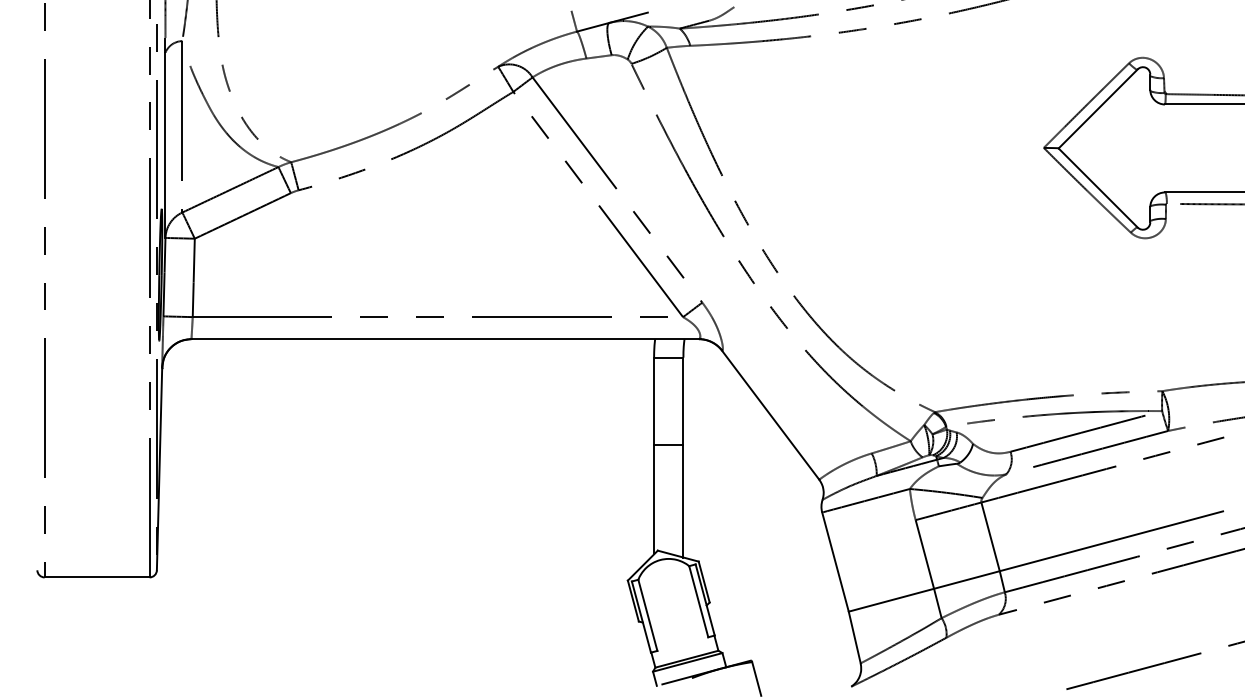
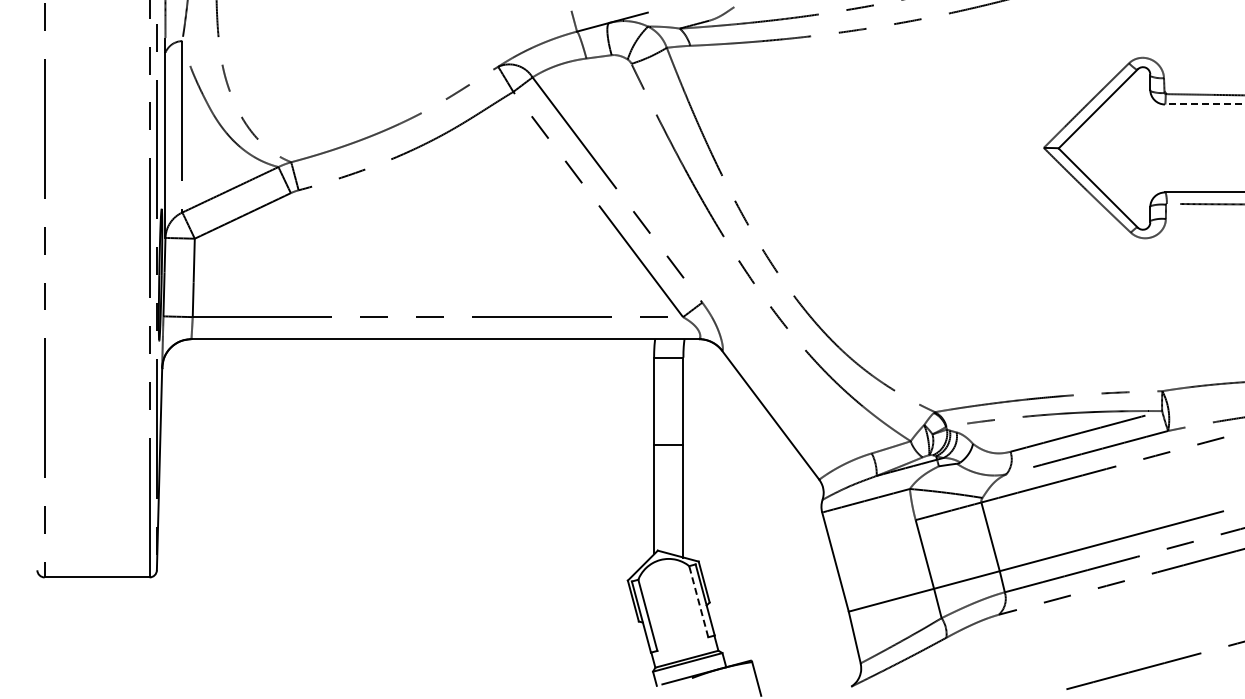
line at (1204, 104): solid -> dashed
line at (698, 601): solid -> dashed
